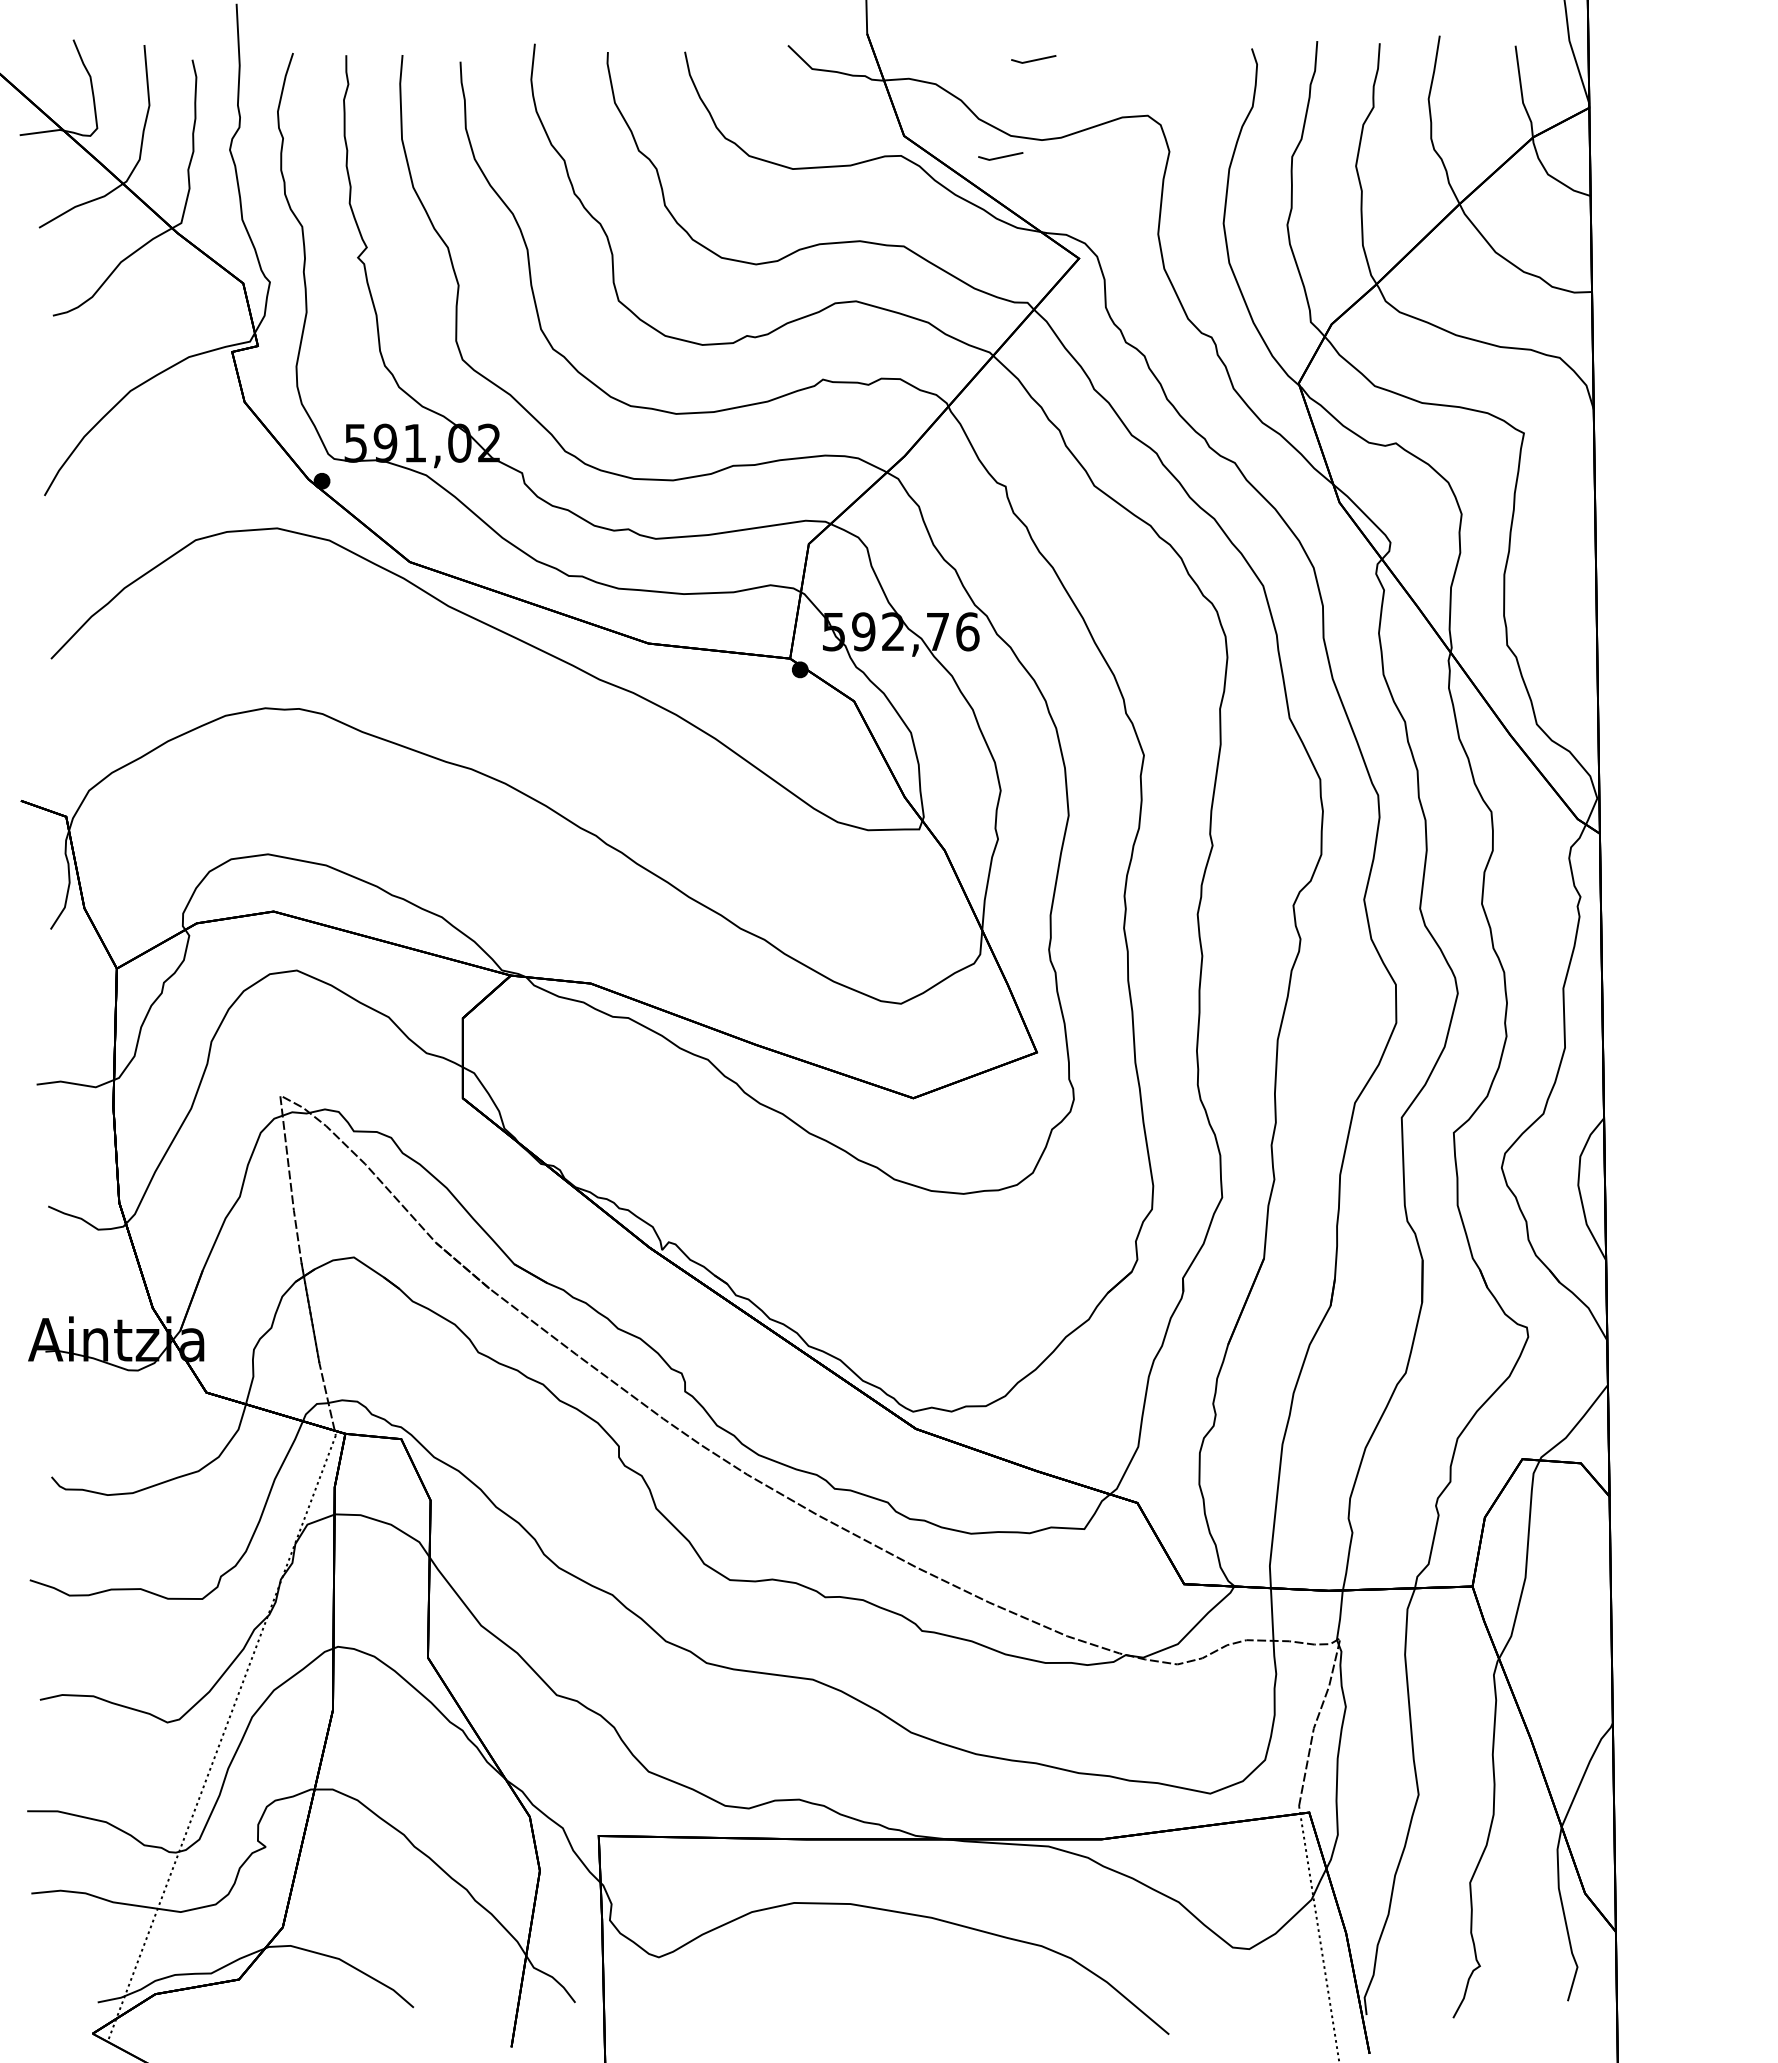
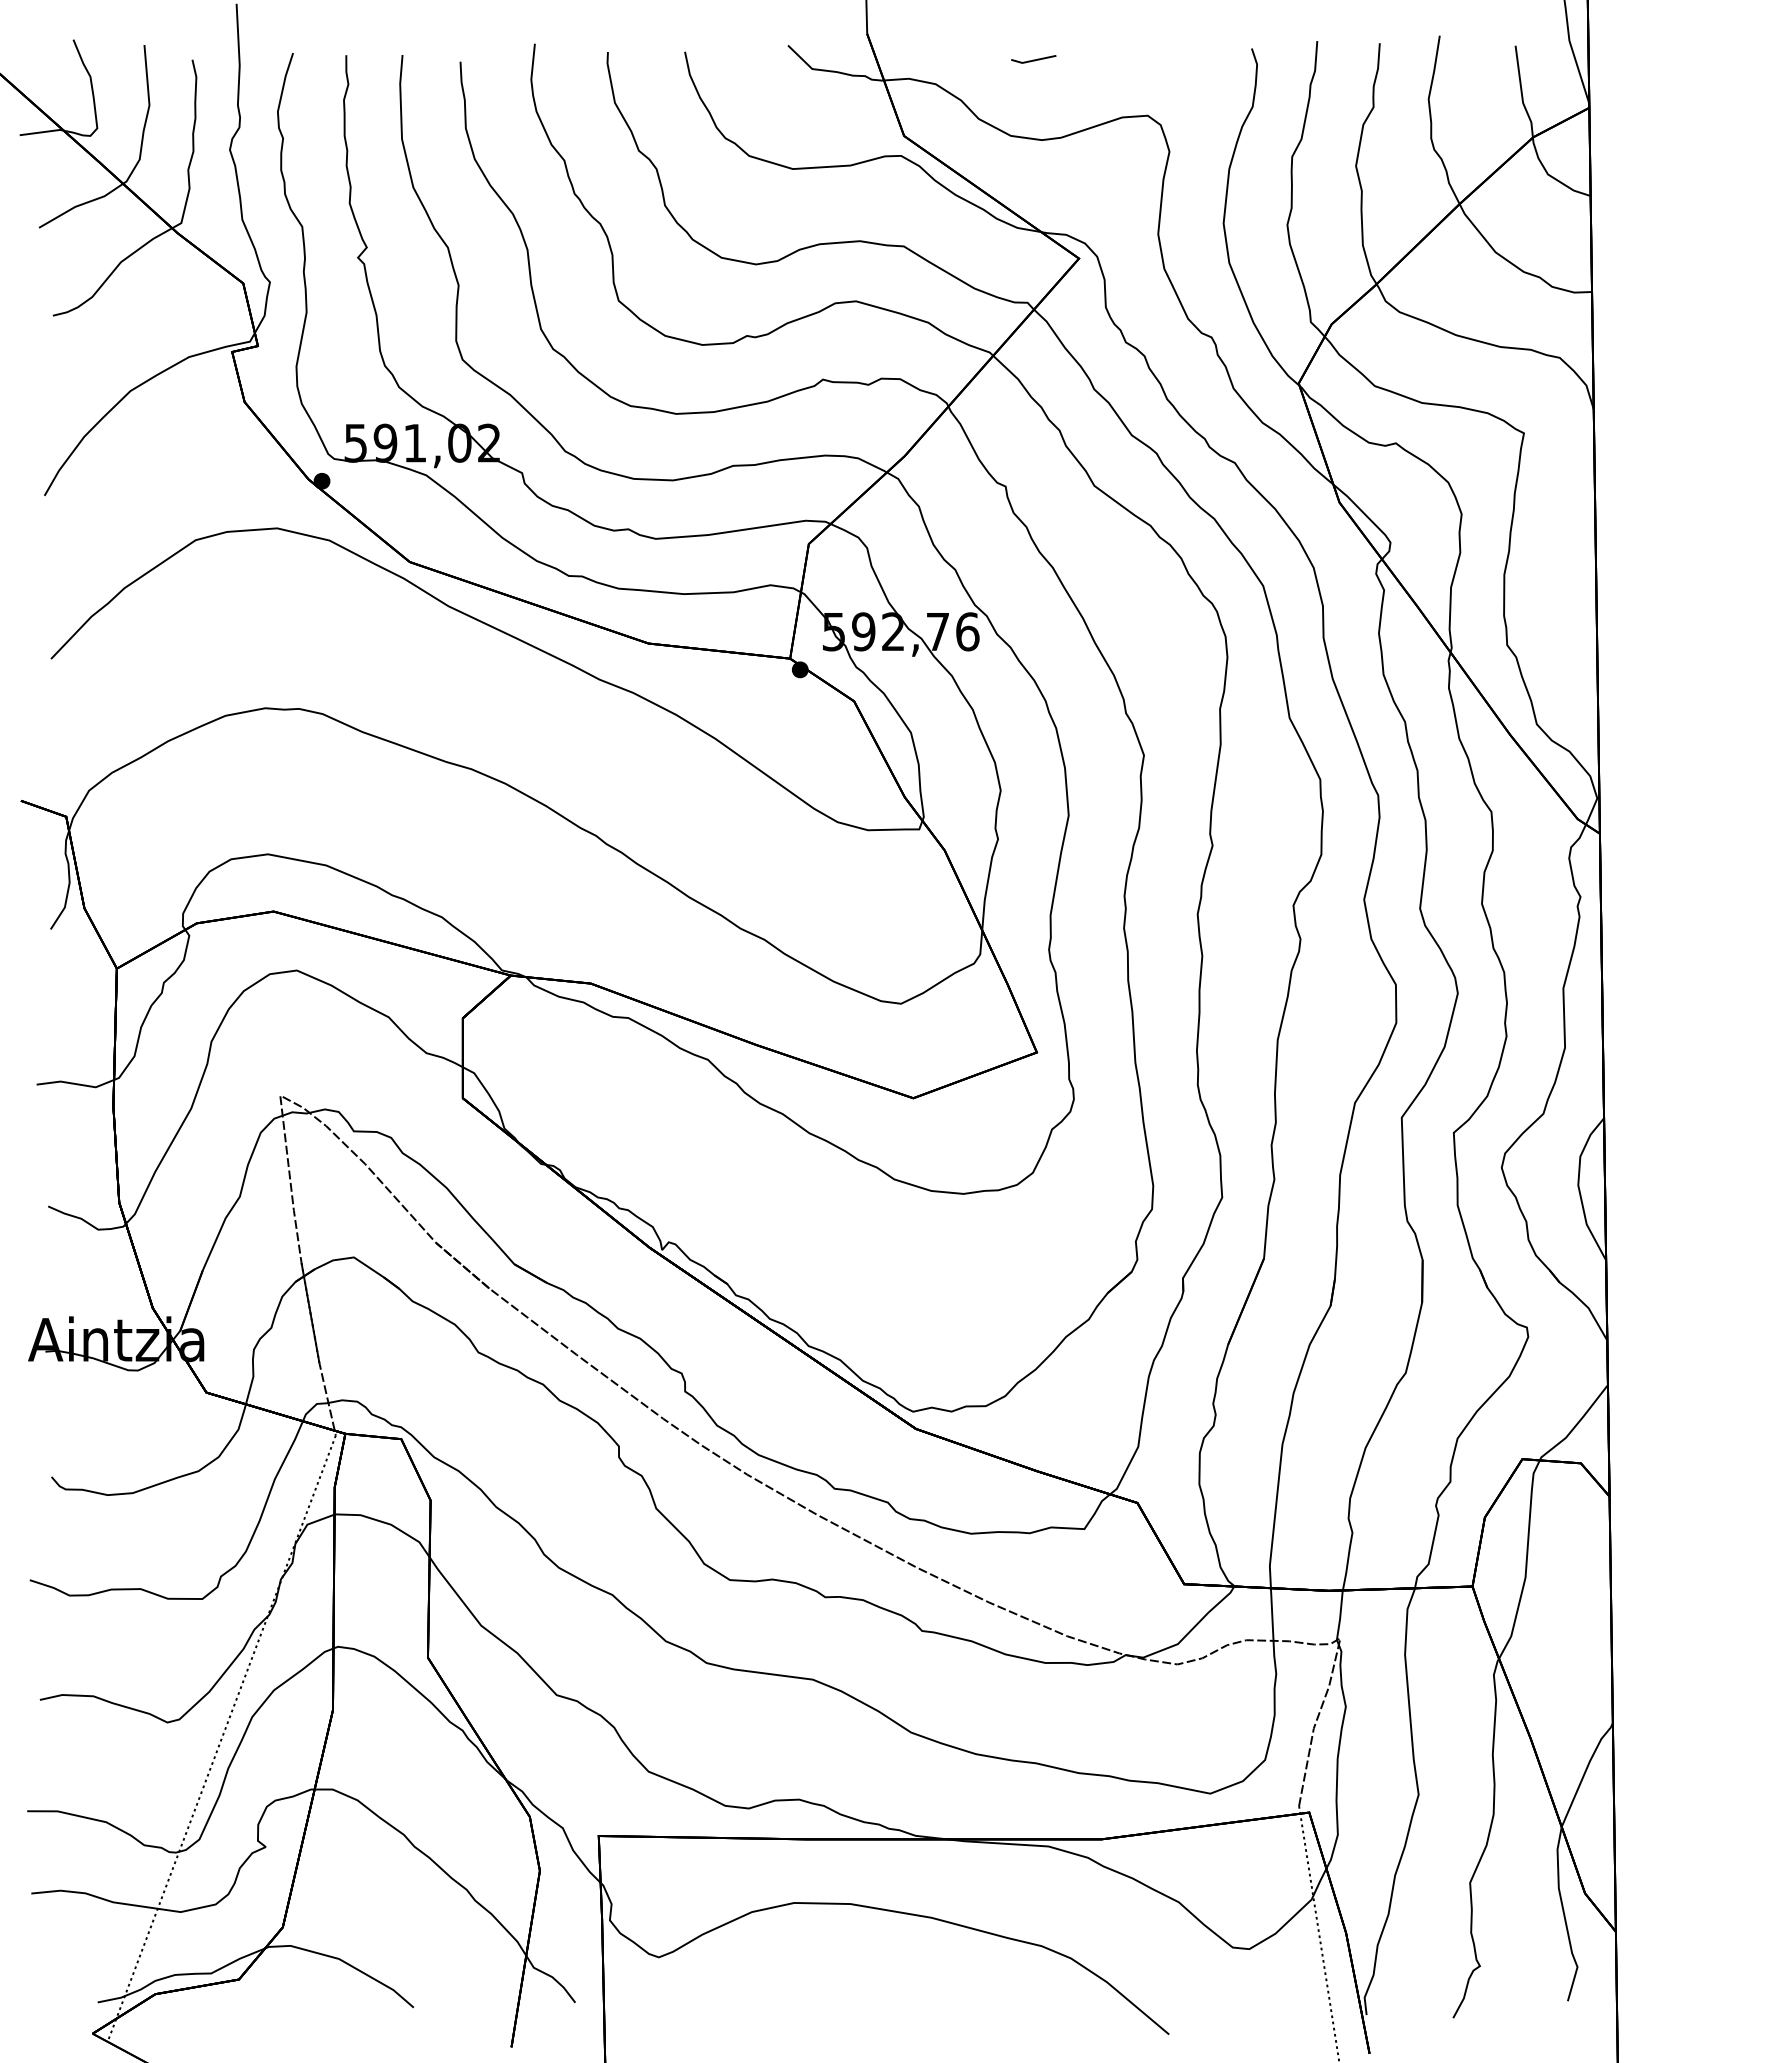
line at (1000, 156): present -> none
